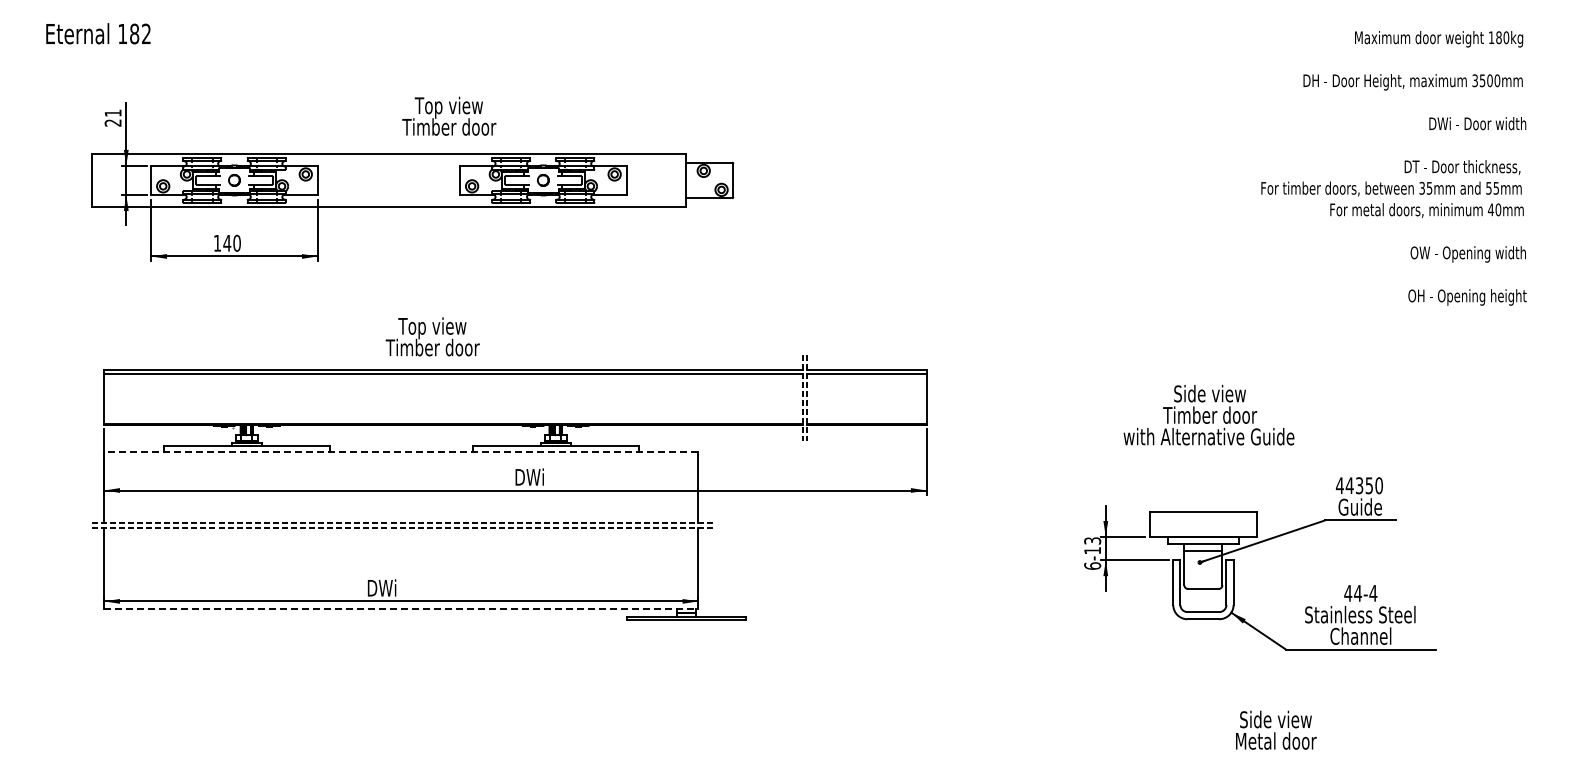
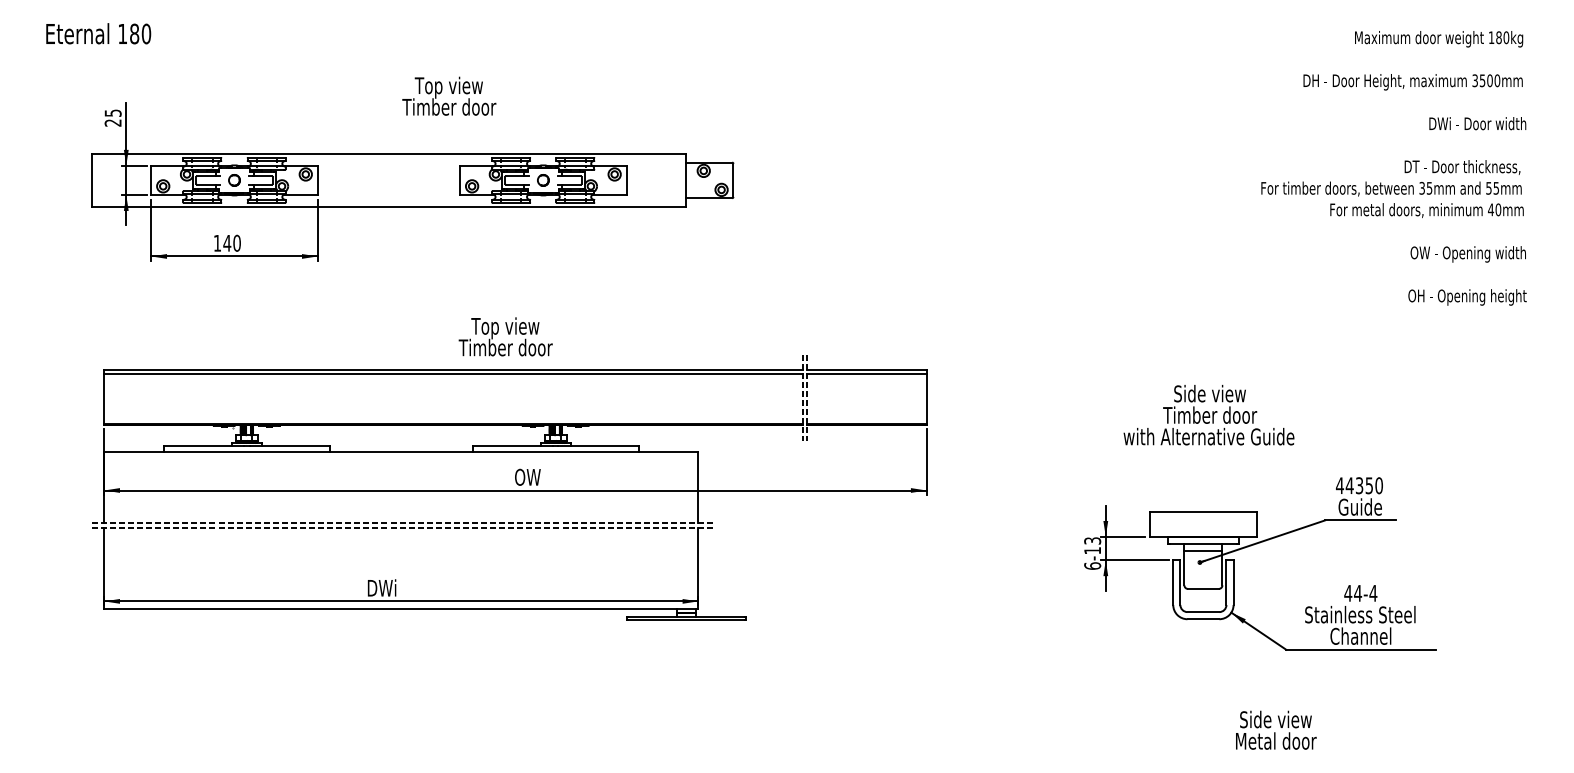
text at (146, 33): 182 -> 180
text at (112, 112): 21 -> 25
text at (449, 115) position: (449, 115) -> (449, 95)
text at (432, 336) position: (432, 336) -> (505, 336)
line at (401, 451): dashed -> solid
text at (529, 476): DWi -> OW
line at (401, 609): dashed -> solid
